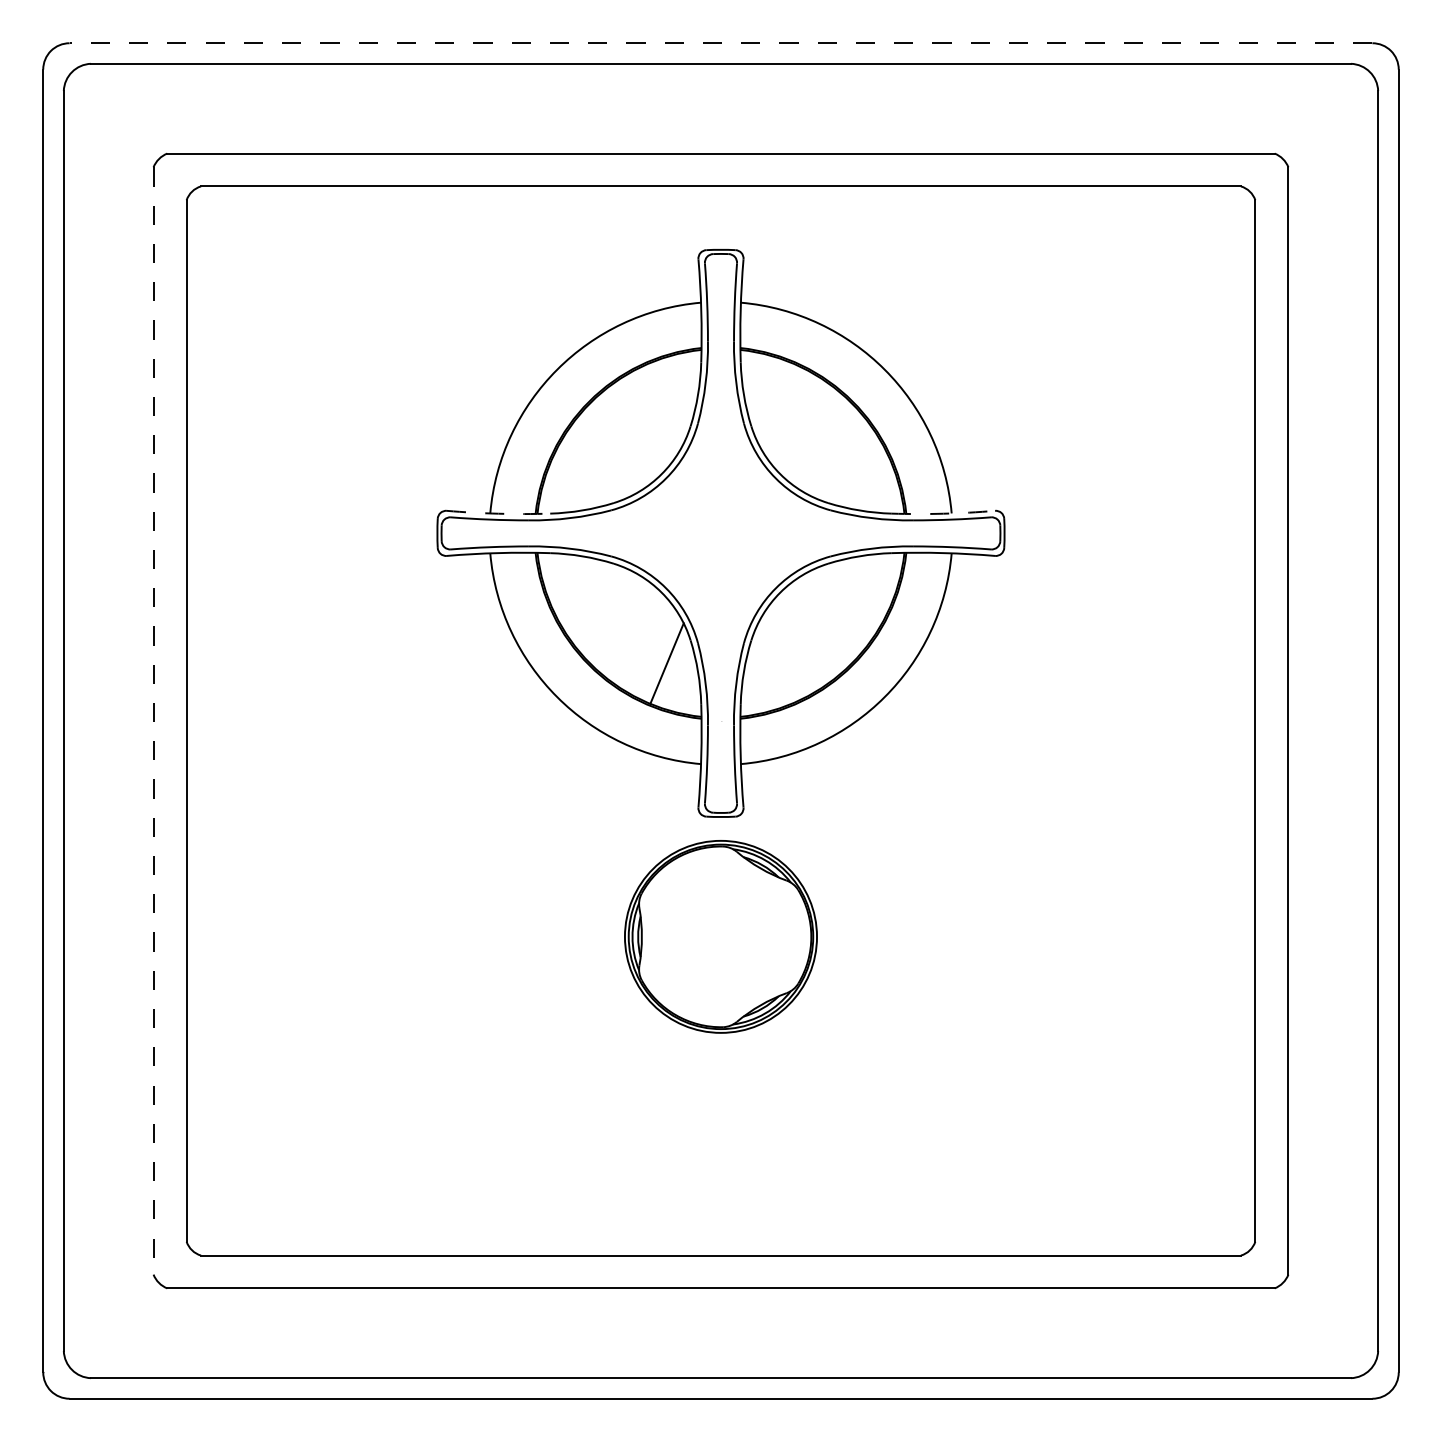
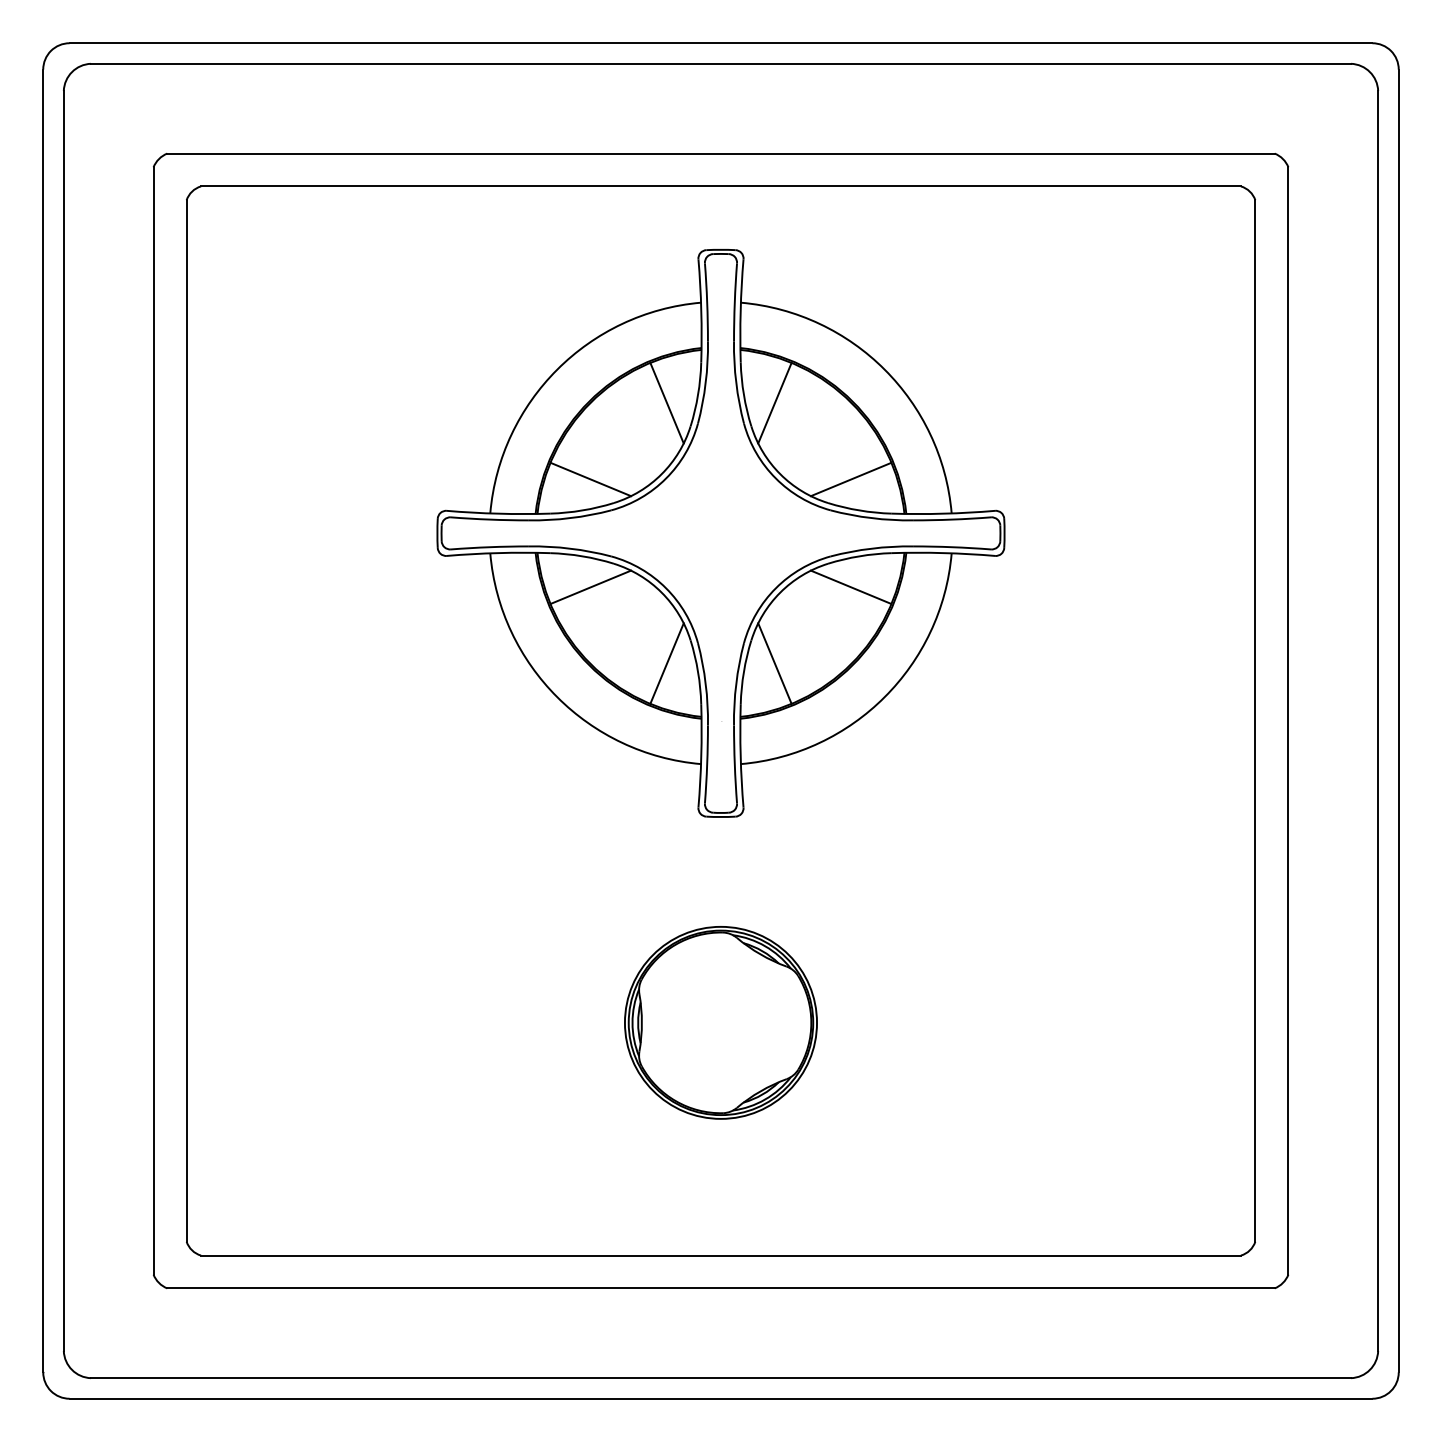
line at (720, 43): dashed -> solid
line at (666, 402): none -> present
line at (774, 402): none -> present
line at (590, 479): none -> present
line at (850, 479): none -> present
arc at (498, 513): dashed -> solid
arc at (943, 513): dashed -> solid
line at (590, 587): none -> present
line at (850, 587): none -> present
line at (774, 663): none -> present
line at (153, 721): dashed -> solid
part at (720, 936) position: (720, 936) -> (720, 1022)
